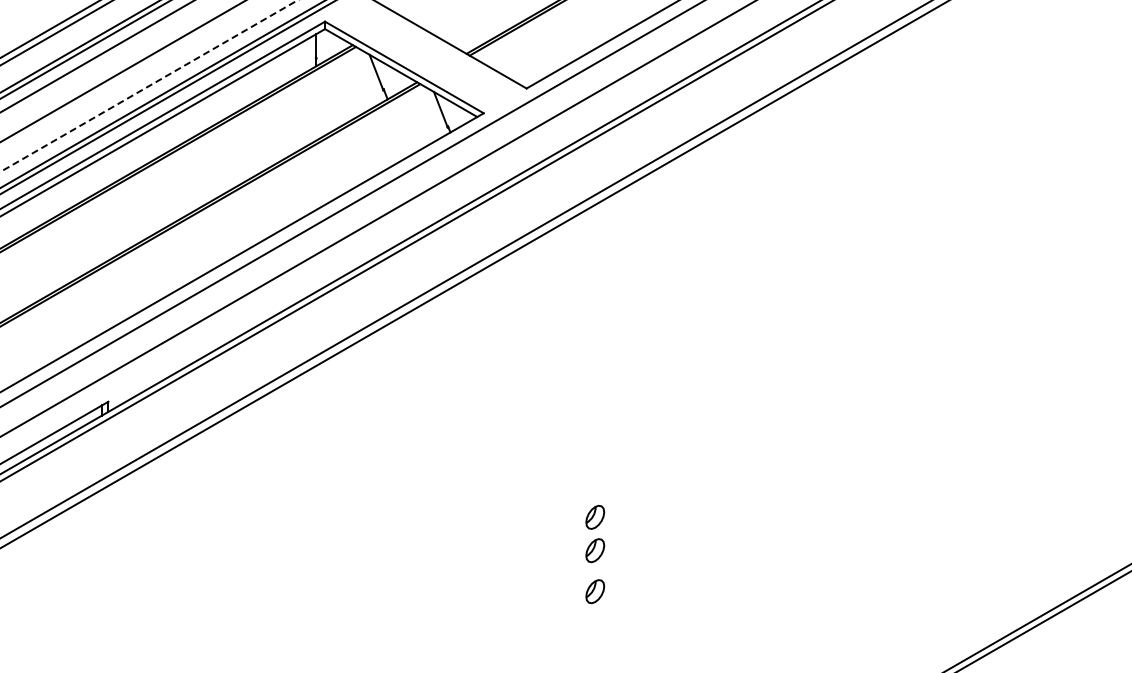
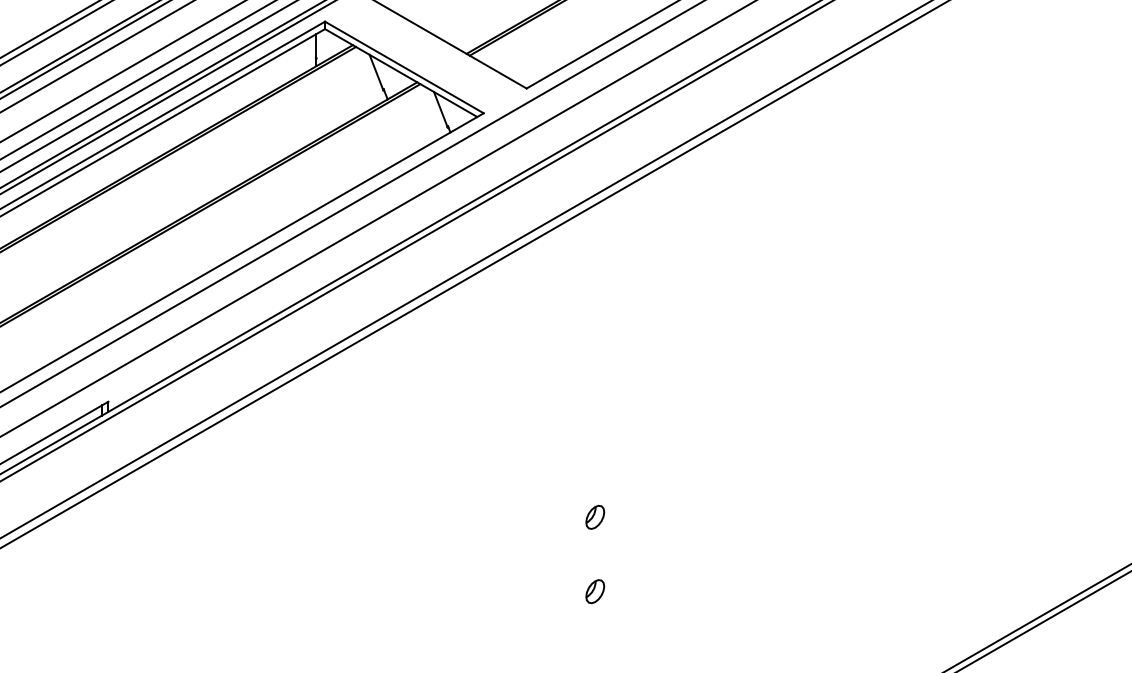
line at (137, 80): none -> present
line at (149, 86): dashed -> solid
part at (595, 550): present -> none
